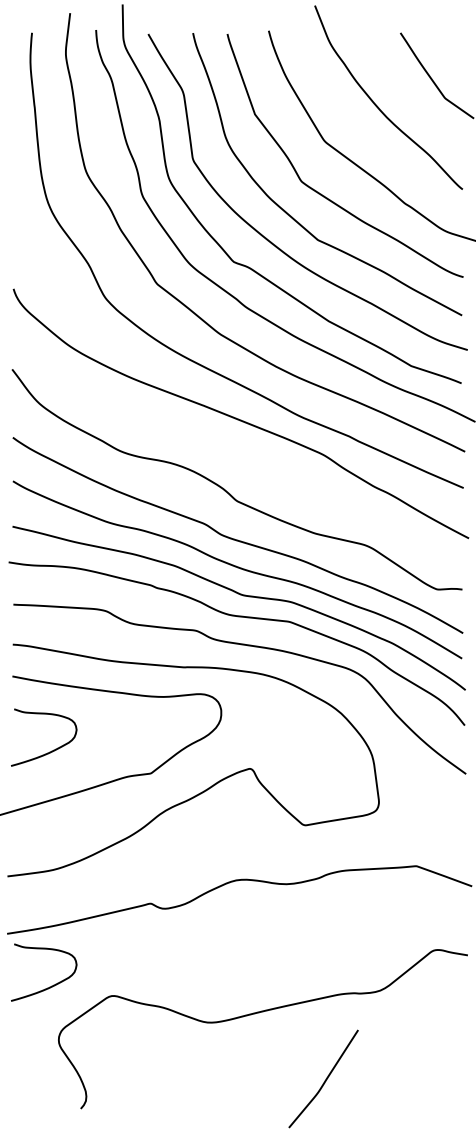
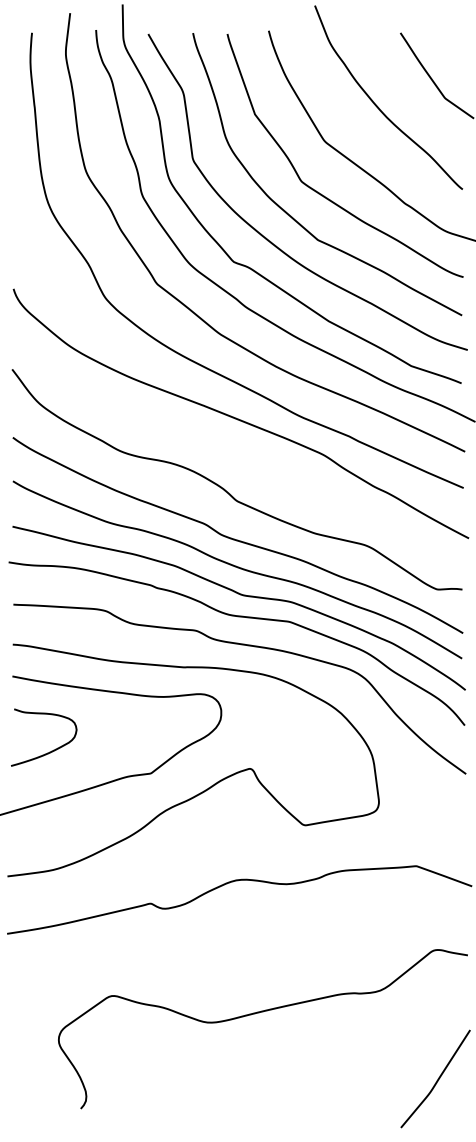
curve at (51, 985): present -> none
curve at (325, 1079) position: (325, 1079) -> (437, 1079)
